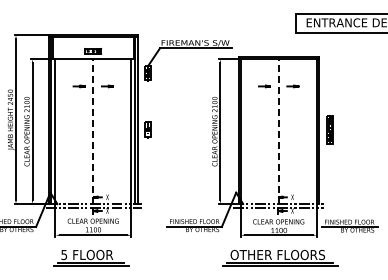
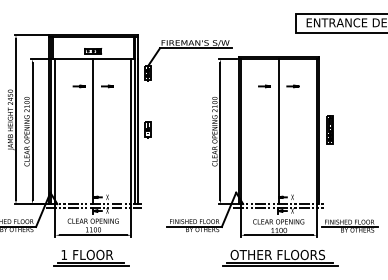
line at (93, 131): dashed -> solid
line at (278, 131): dashed -> solid
text at (64, 255): 5 -> 1
